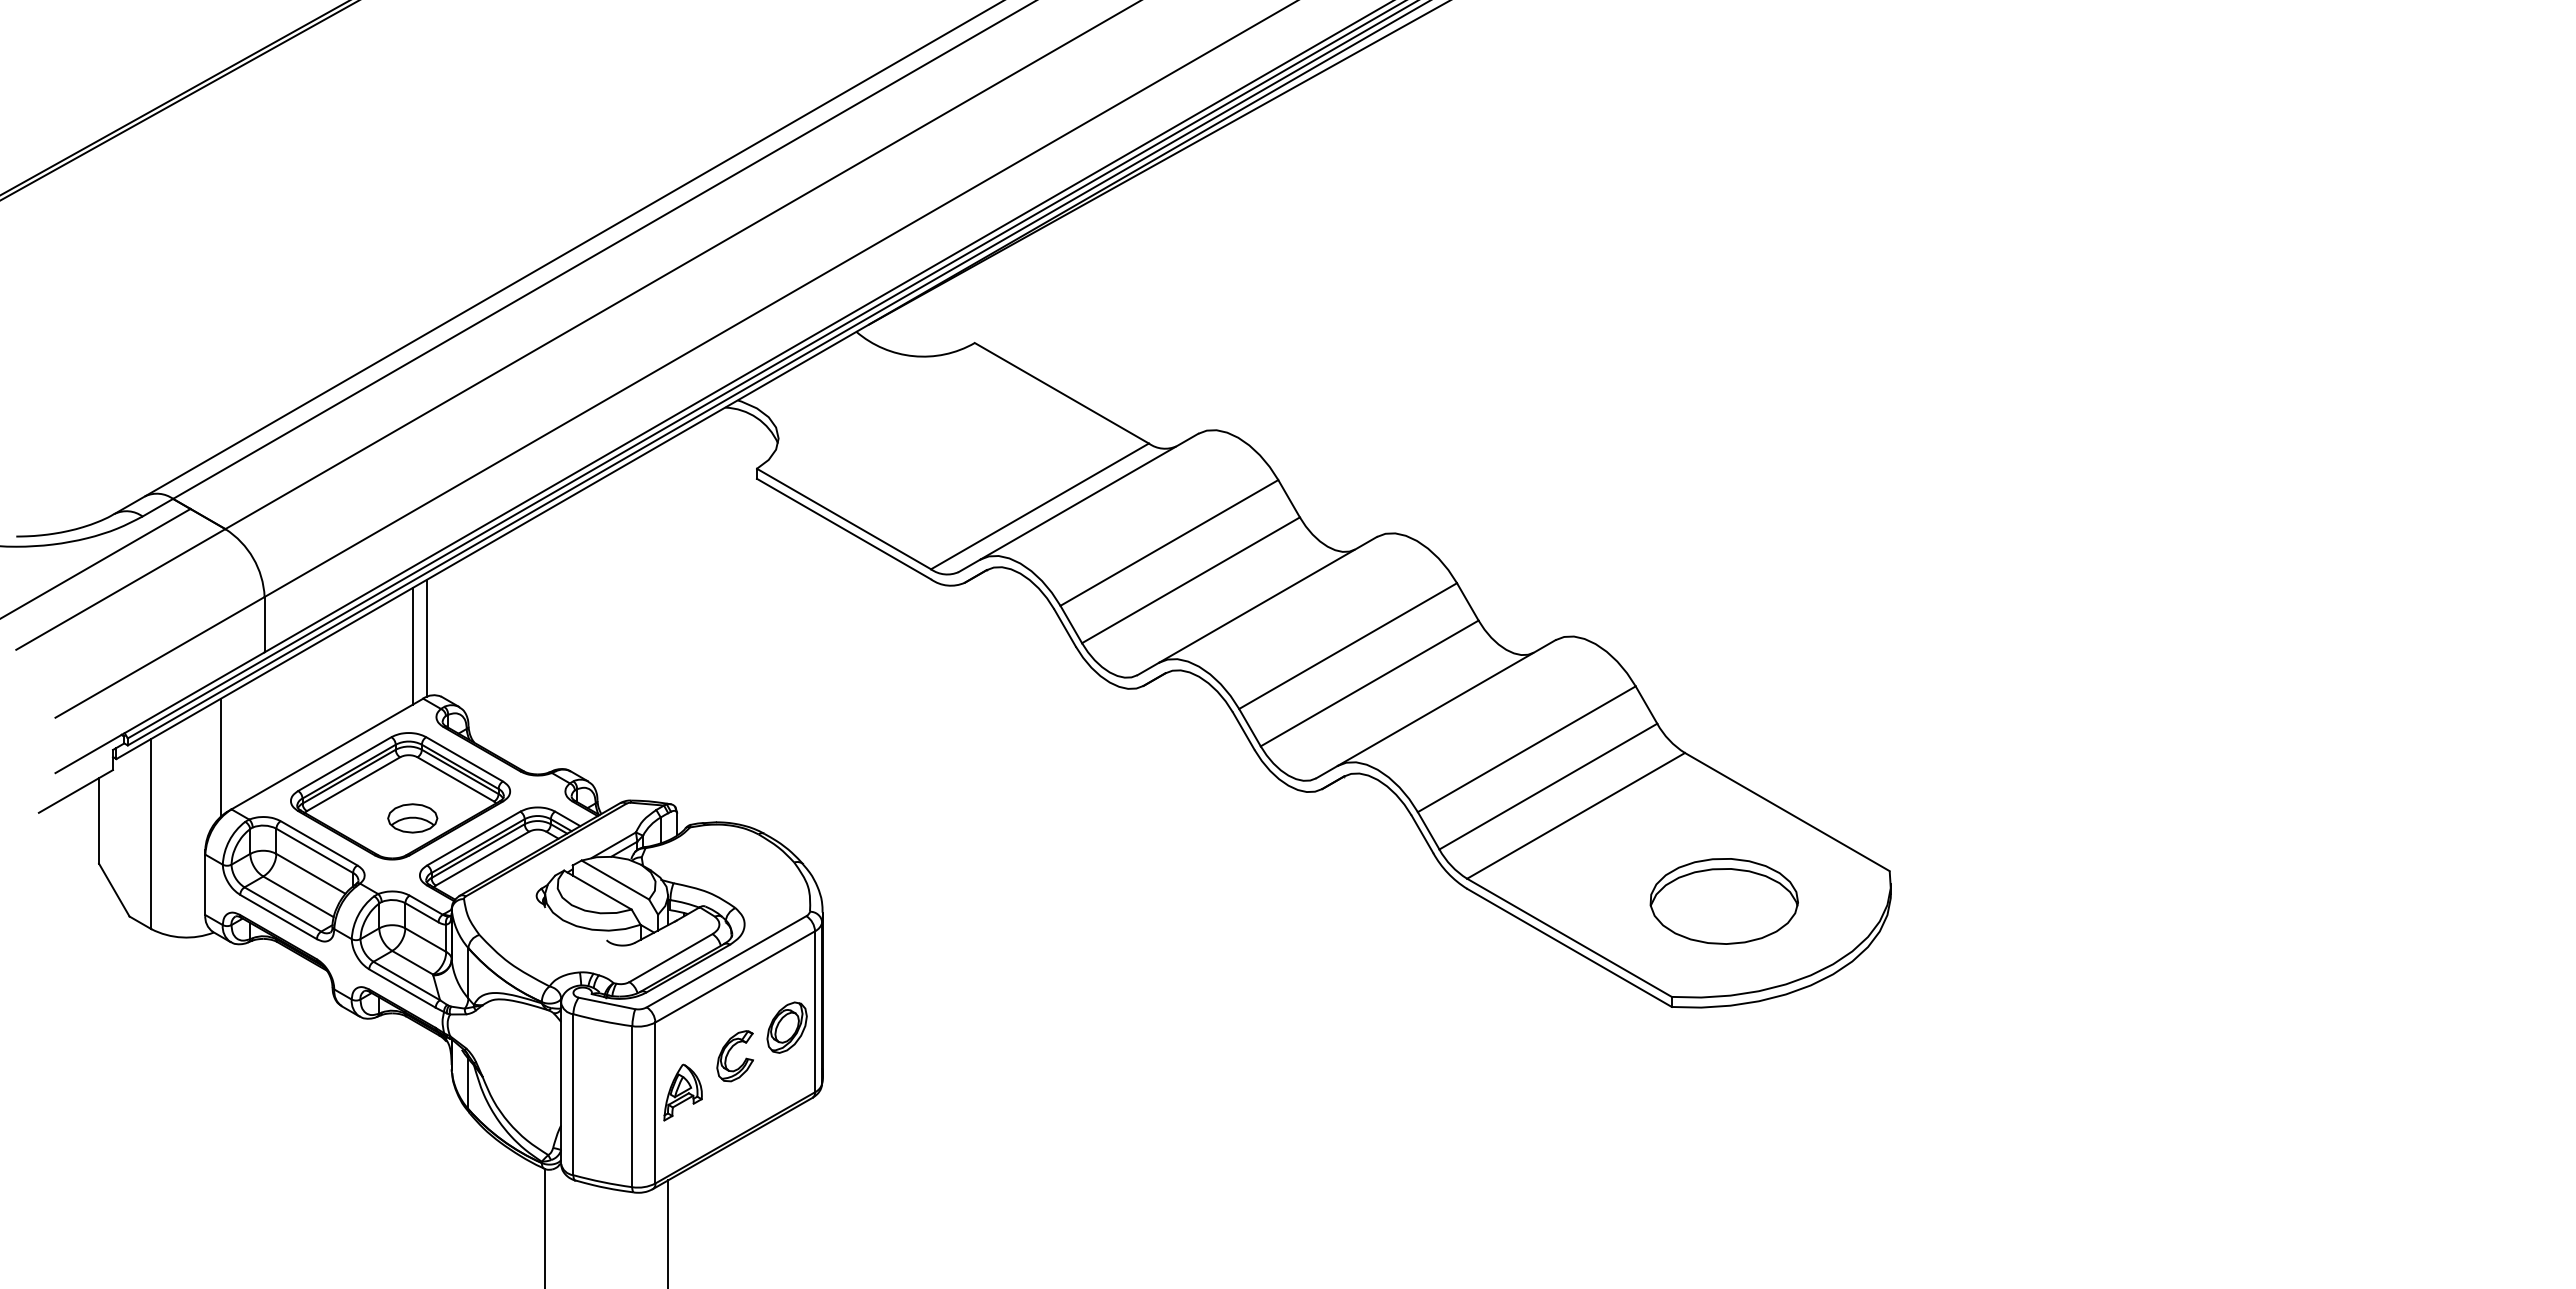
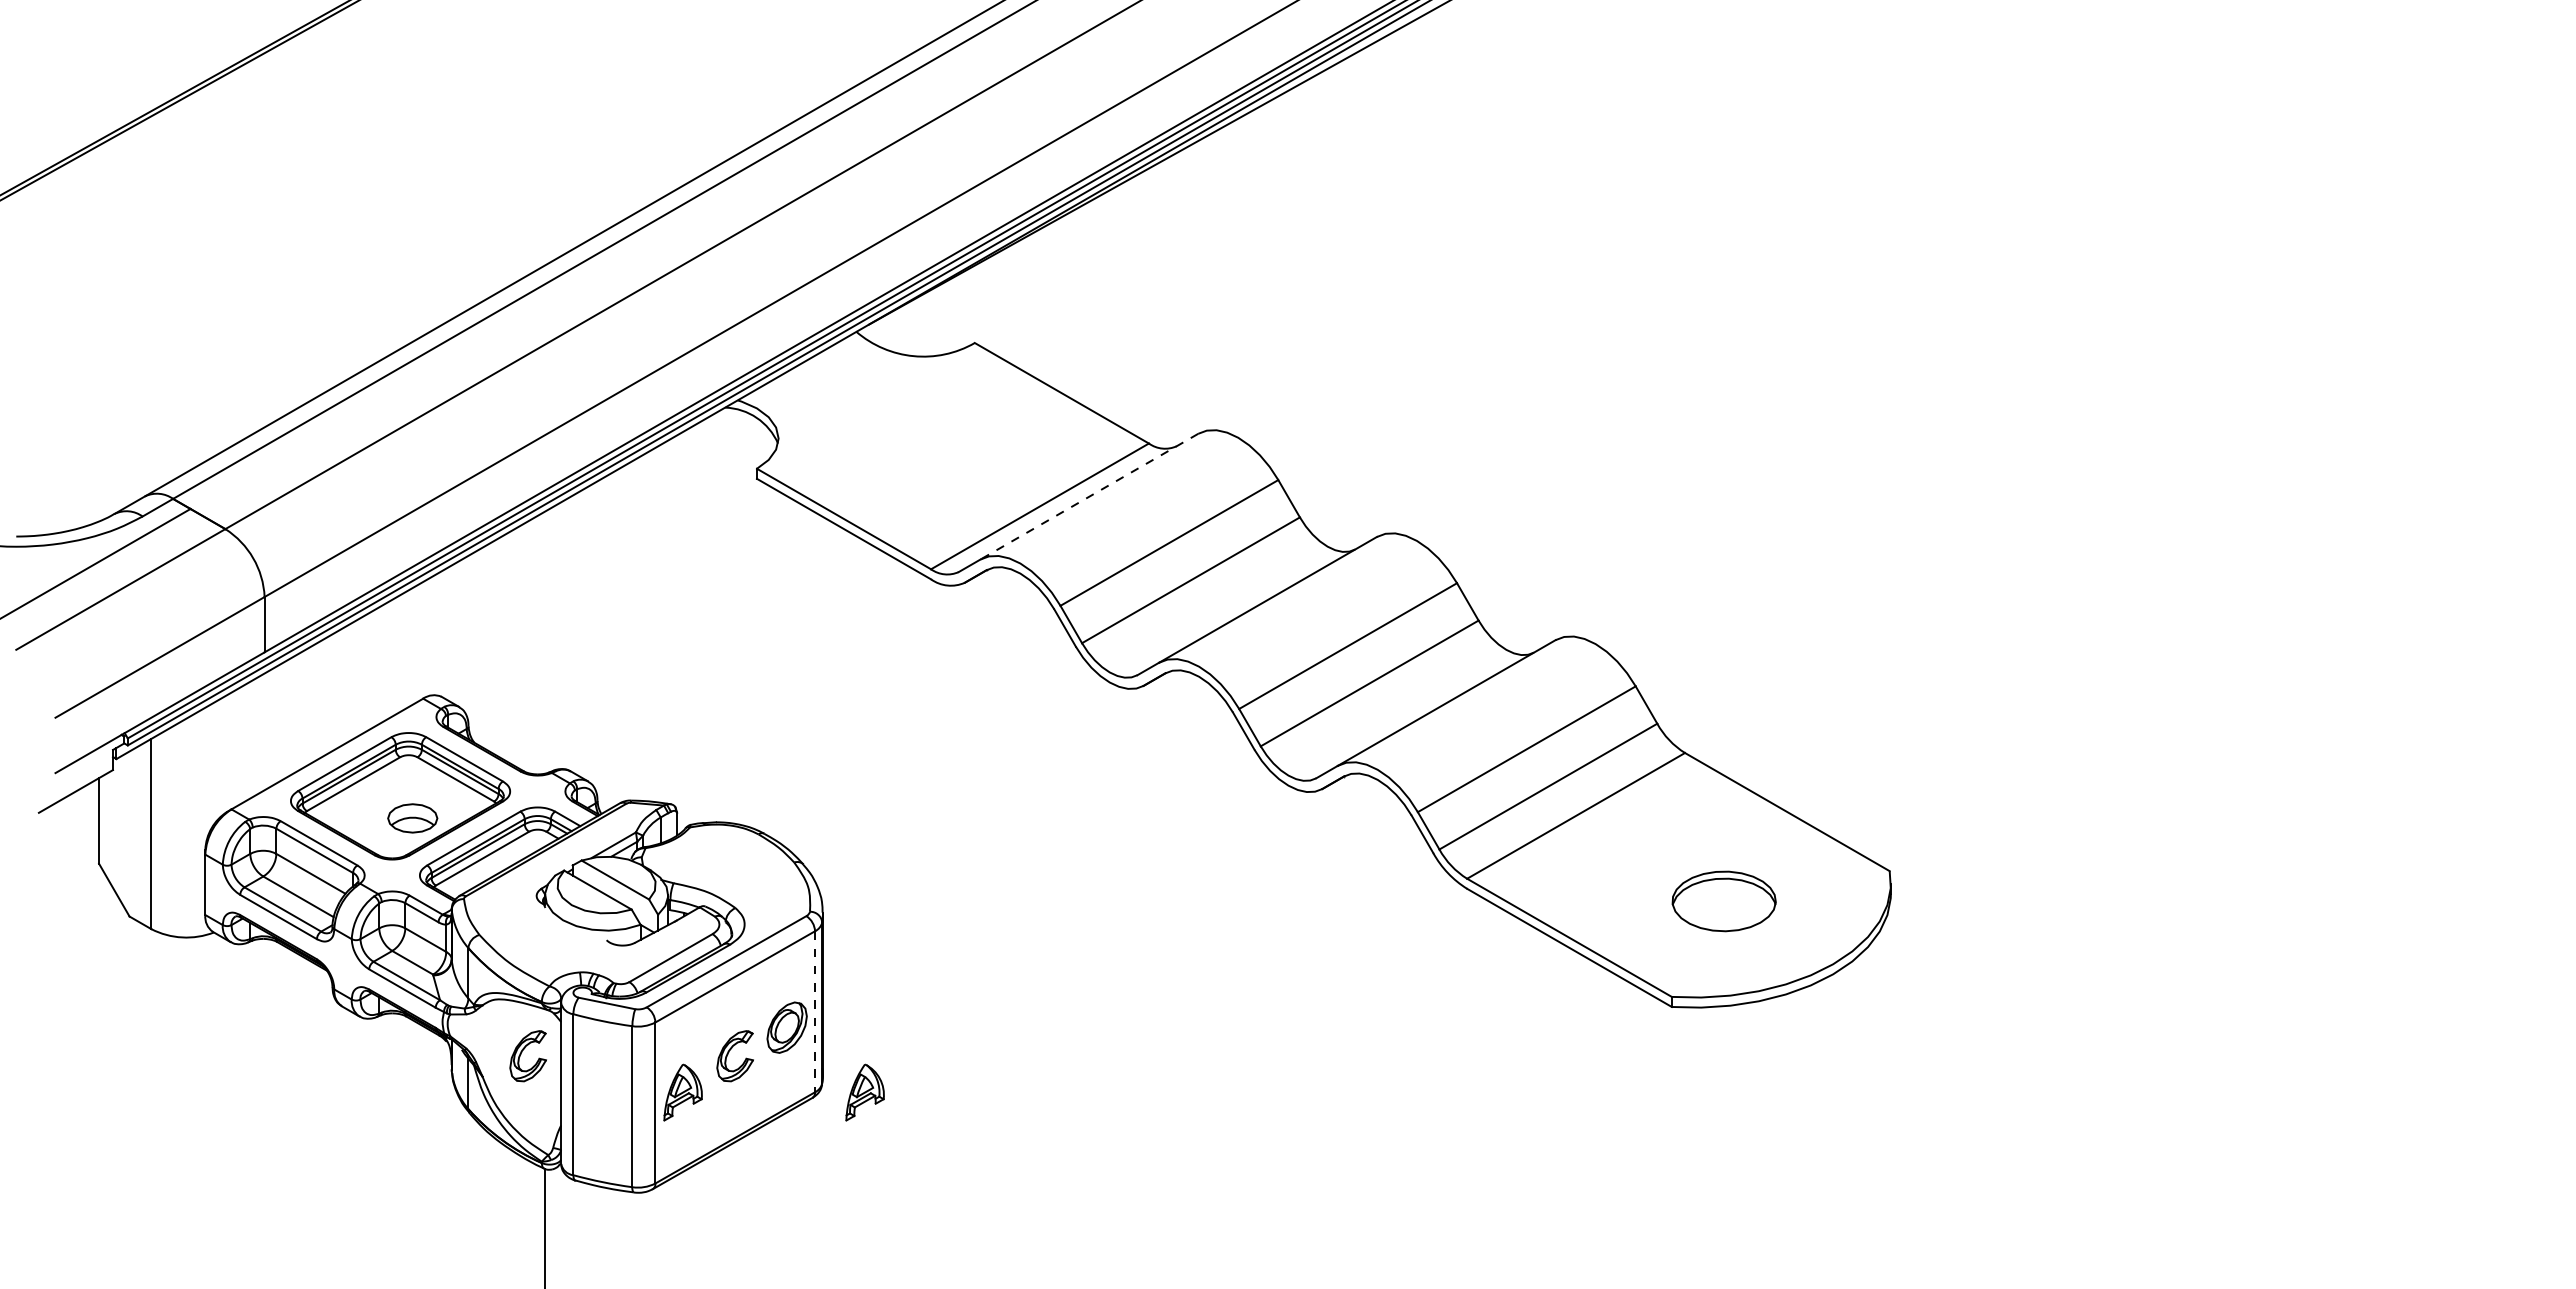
line at (1089, 496): solid -> dashed
line at (427, 637): present -> none
line at (412, 645): present -> none
line at (221, 757): present -> none
part at (1723, 901) size: 150x87 px -> 106x63 px
line at (815, 1011): solid -> dashed
part at (521, 1054): none -> present
part at (864, 1092): none -> present
line at (668, 1232): present -> none
